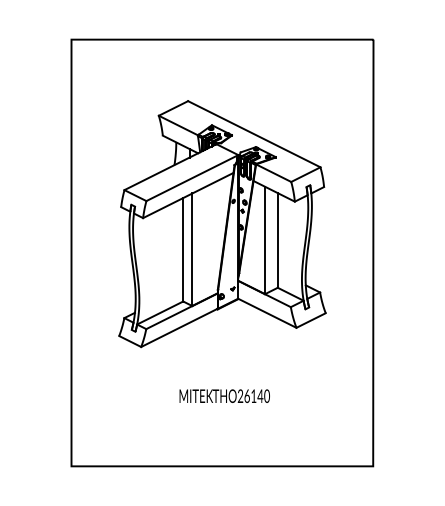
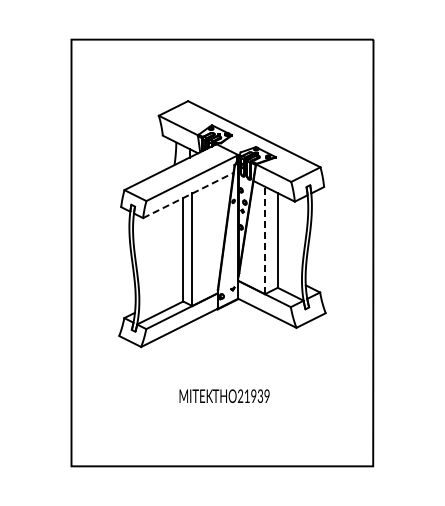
line at (188, 195): solid -> dashed
line at (264, 240): solid -> dashed
text at (256, 396): THO26140 -> THO21939
